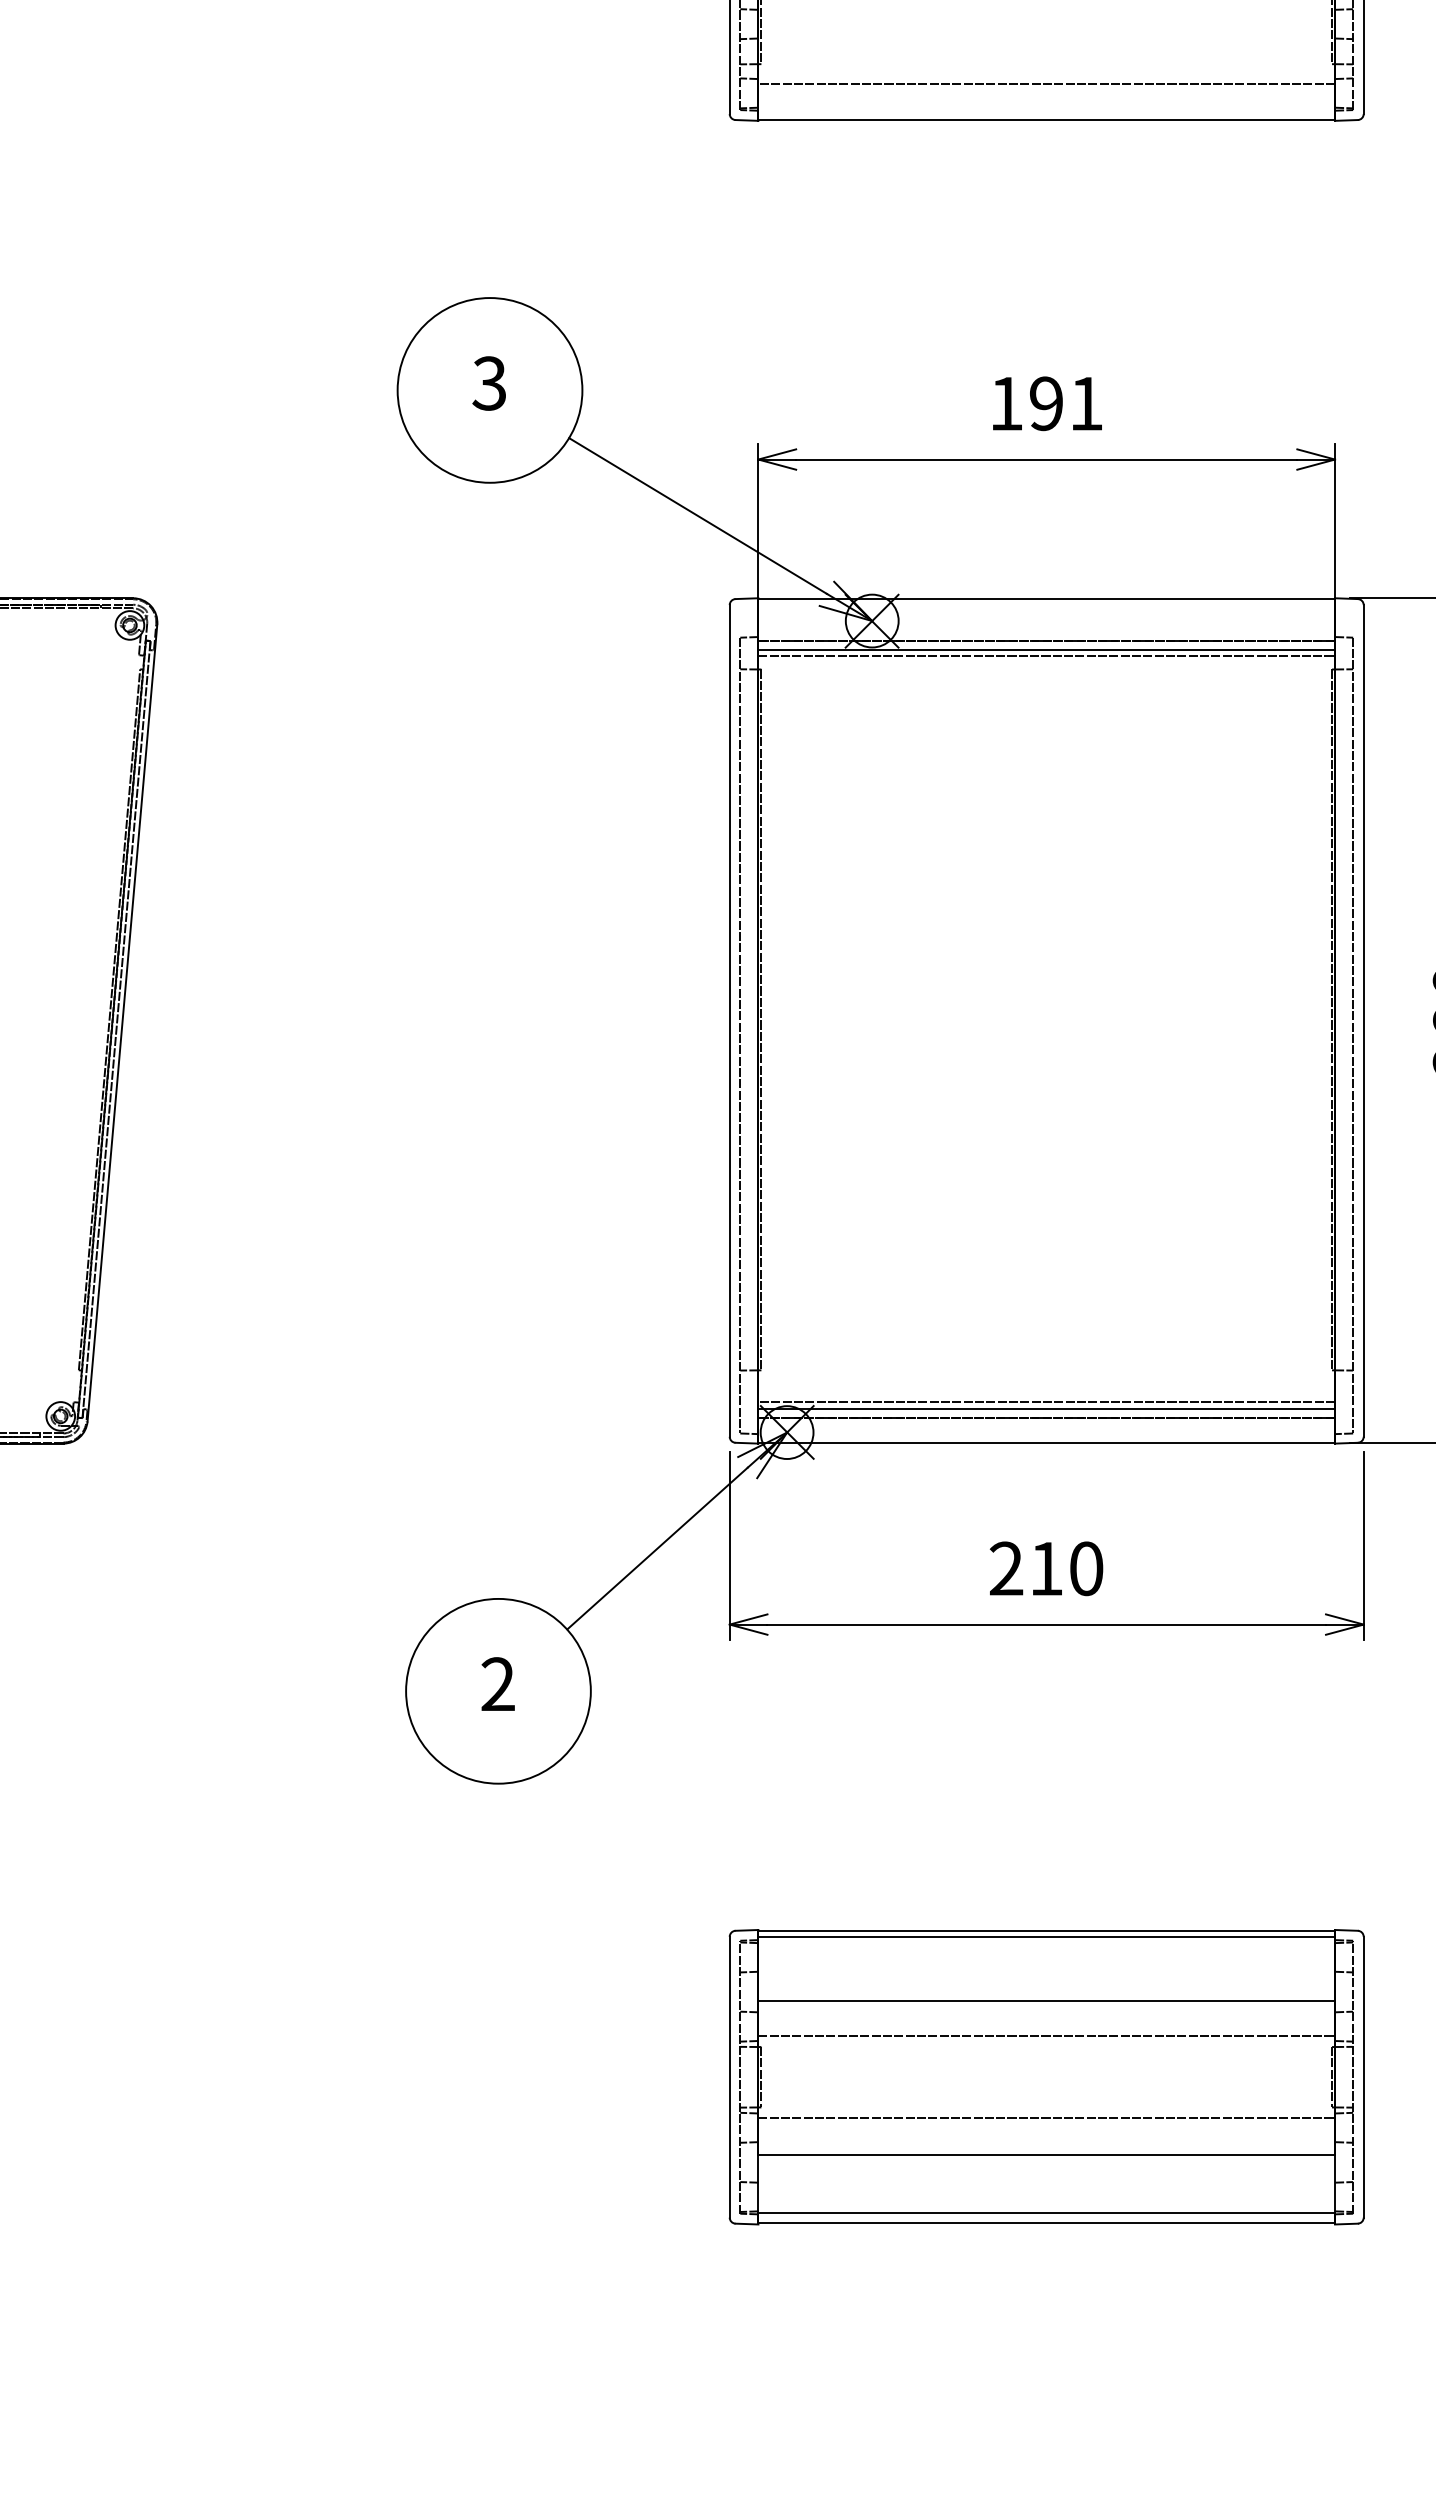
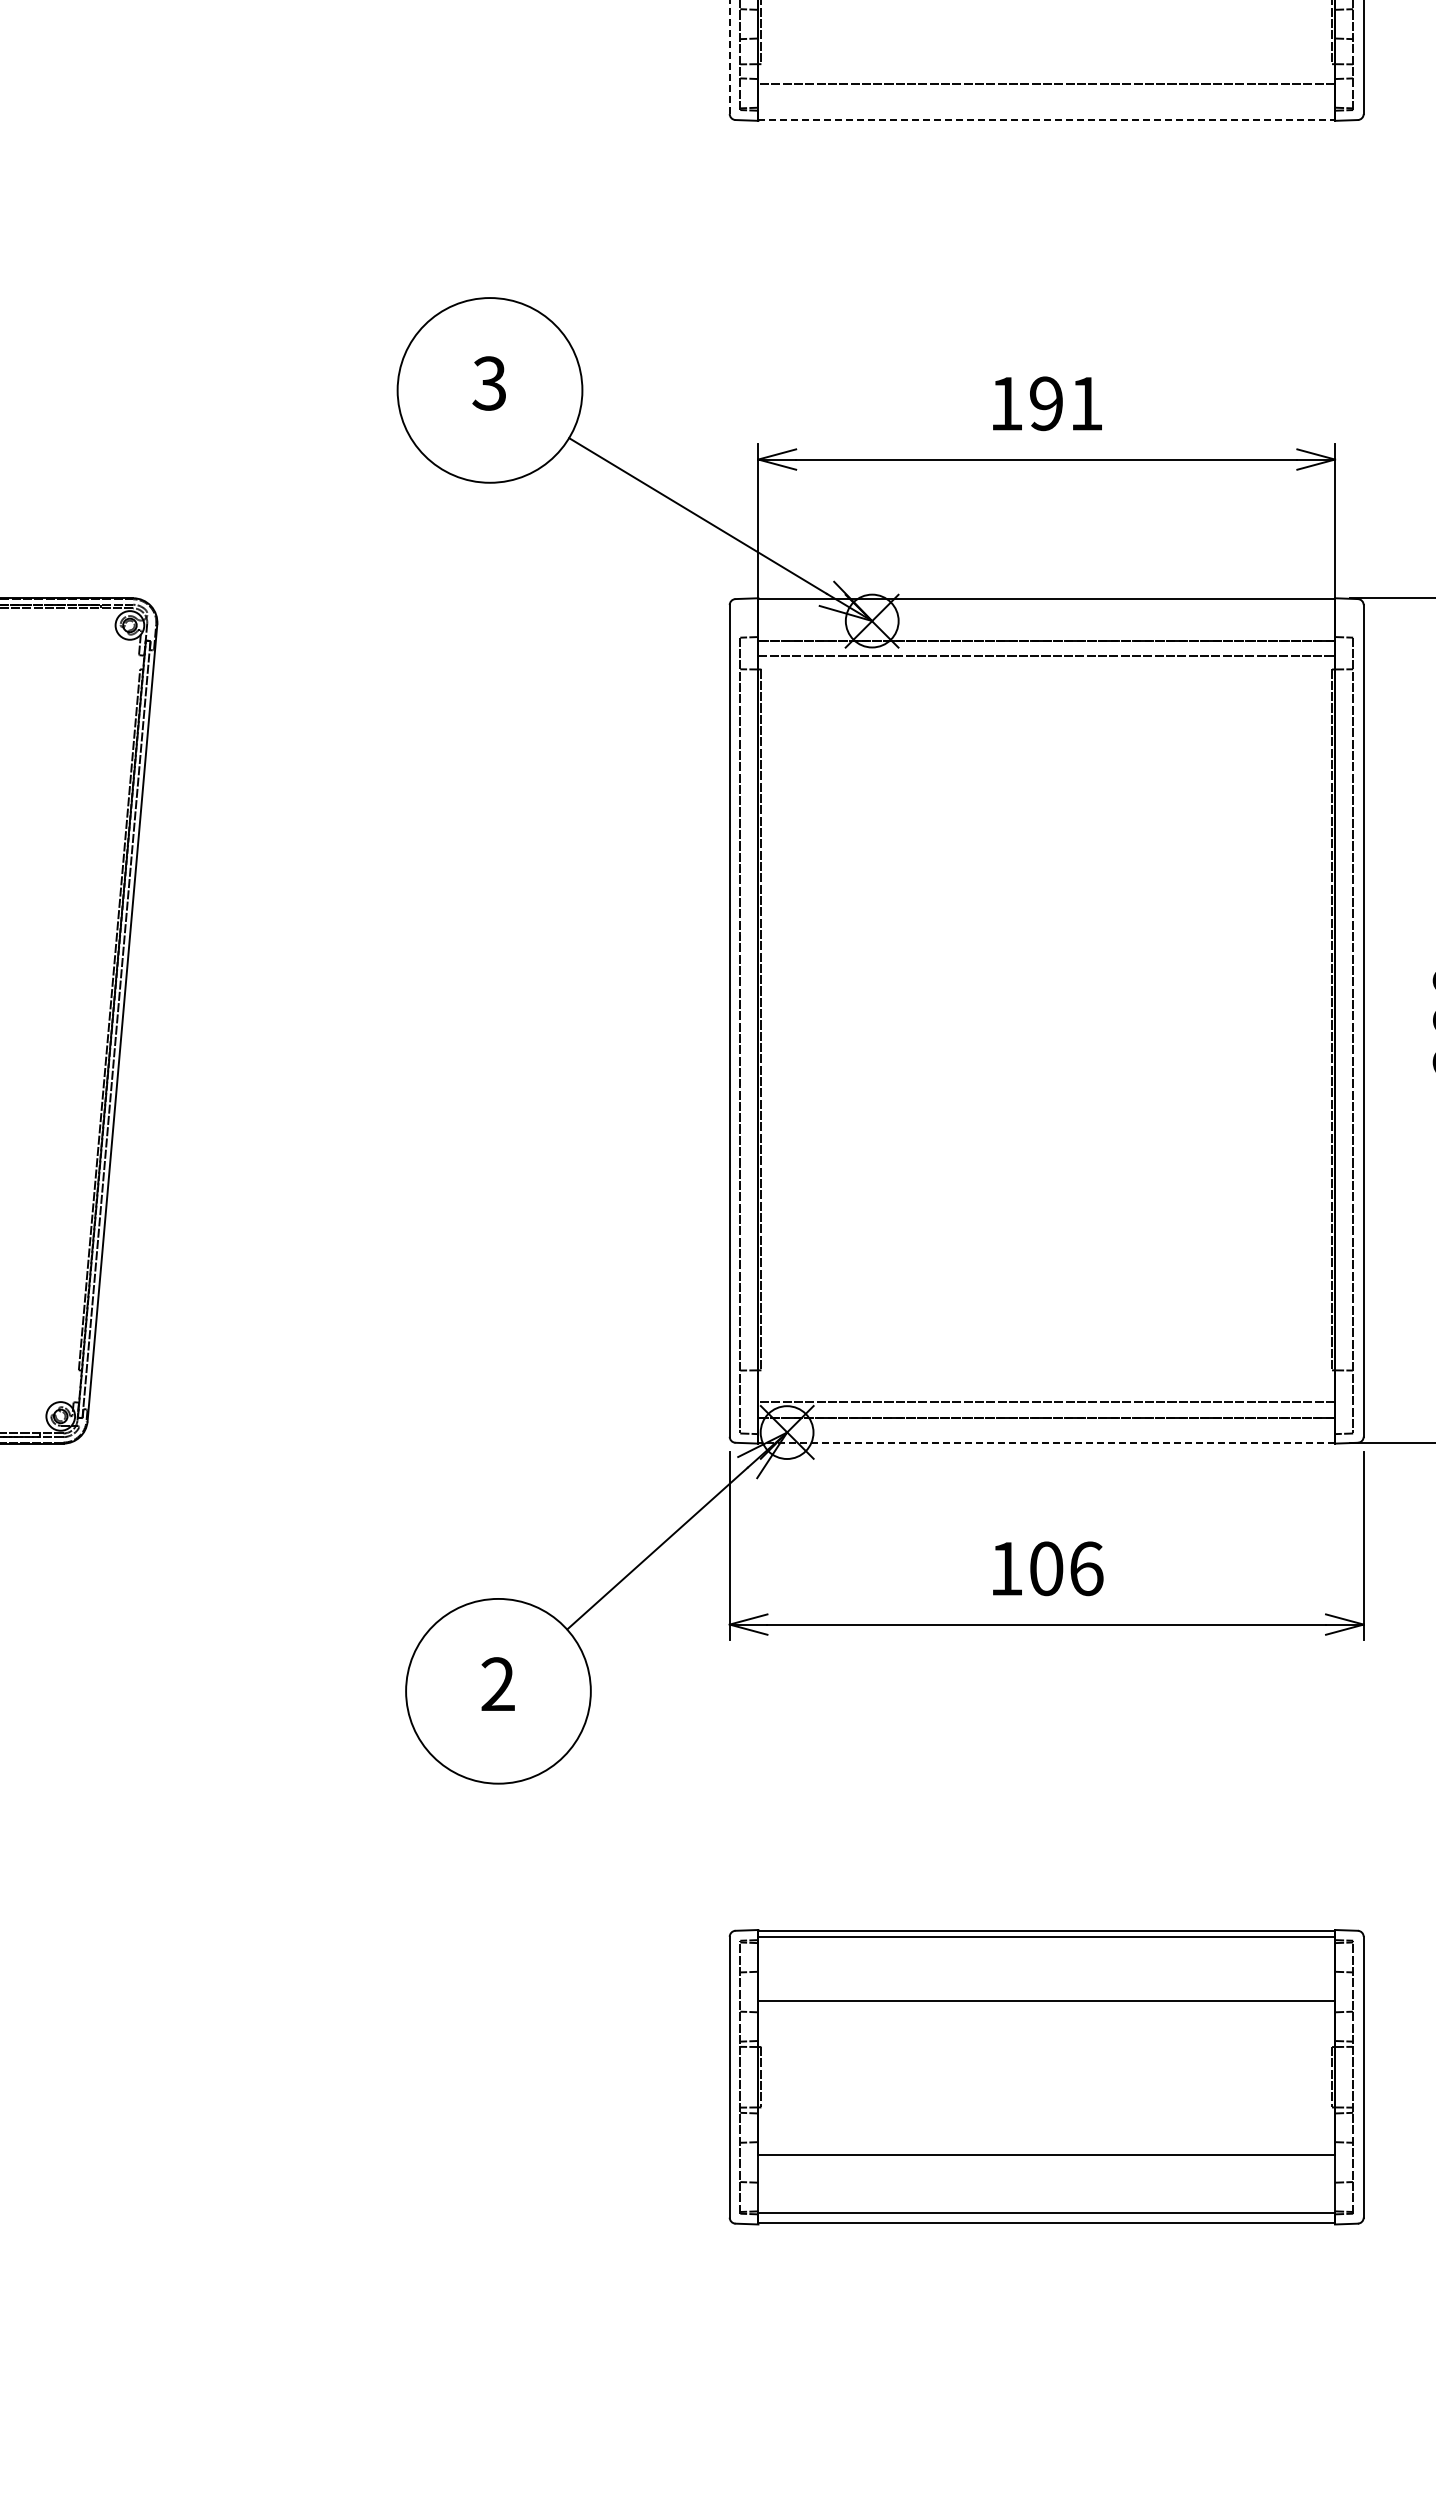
line at (729, 57): solid -> dashed
line at (1047, 119): solid -> dashed
line at (1046, 650): present -> none
line at (1046, 1409): present -> none
line at (1046, 1442): solid -> dashed
text at (1046, 1568): 210 -> 106
line at (1046, 2036): present -> none
line at (1046, 2118): present -> none
